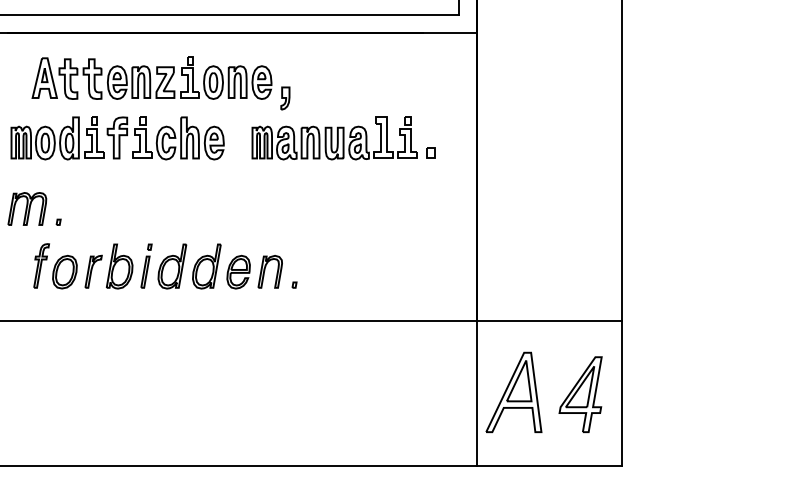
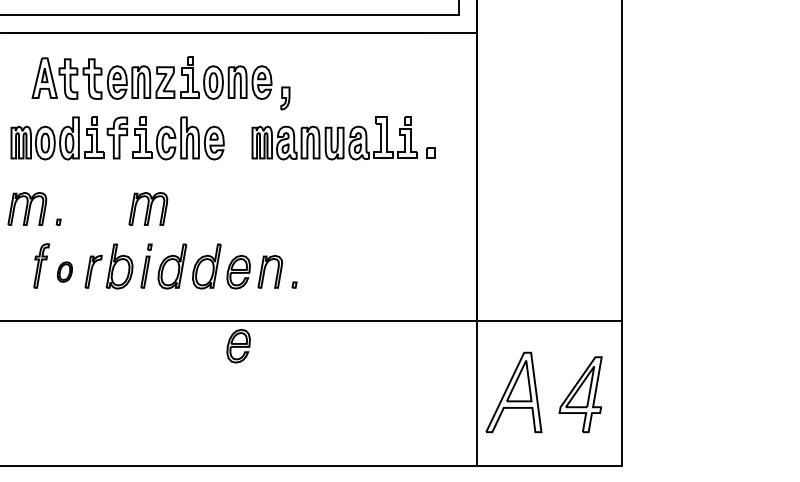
part at (148, 208): none -> present
part at (64, 271) size: 26x36 px -> 16x22 px
part at (238, 345): none -> present
